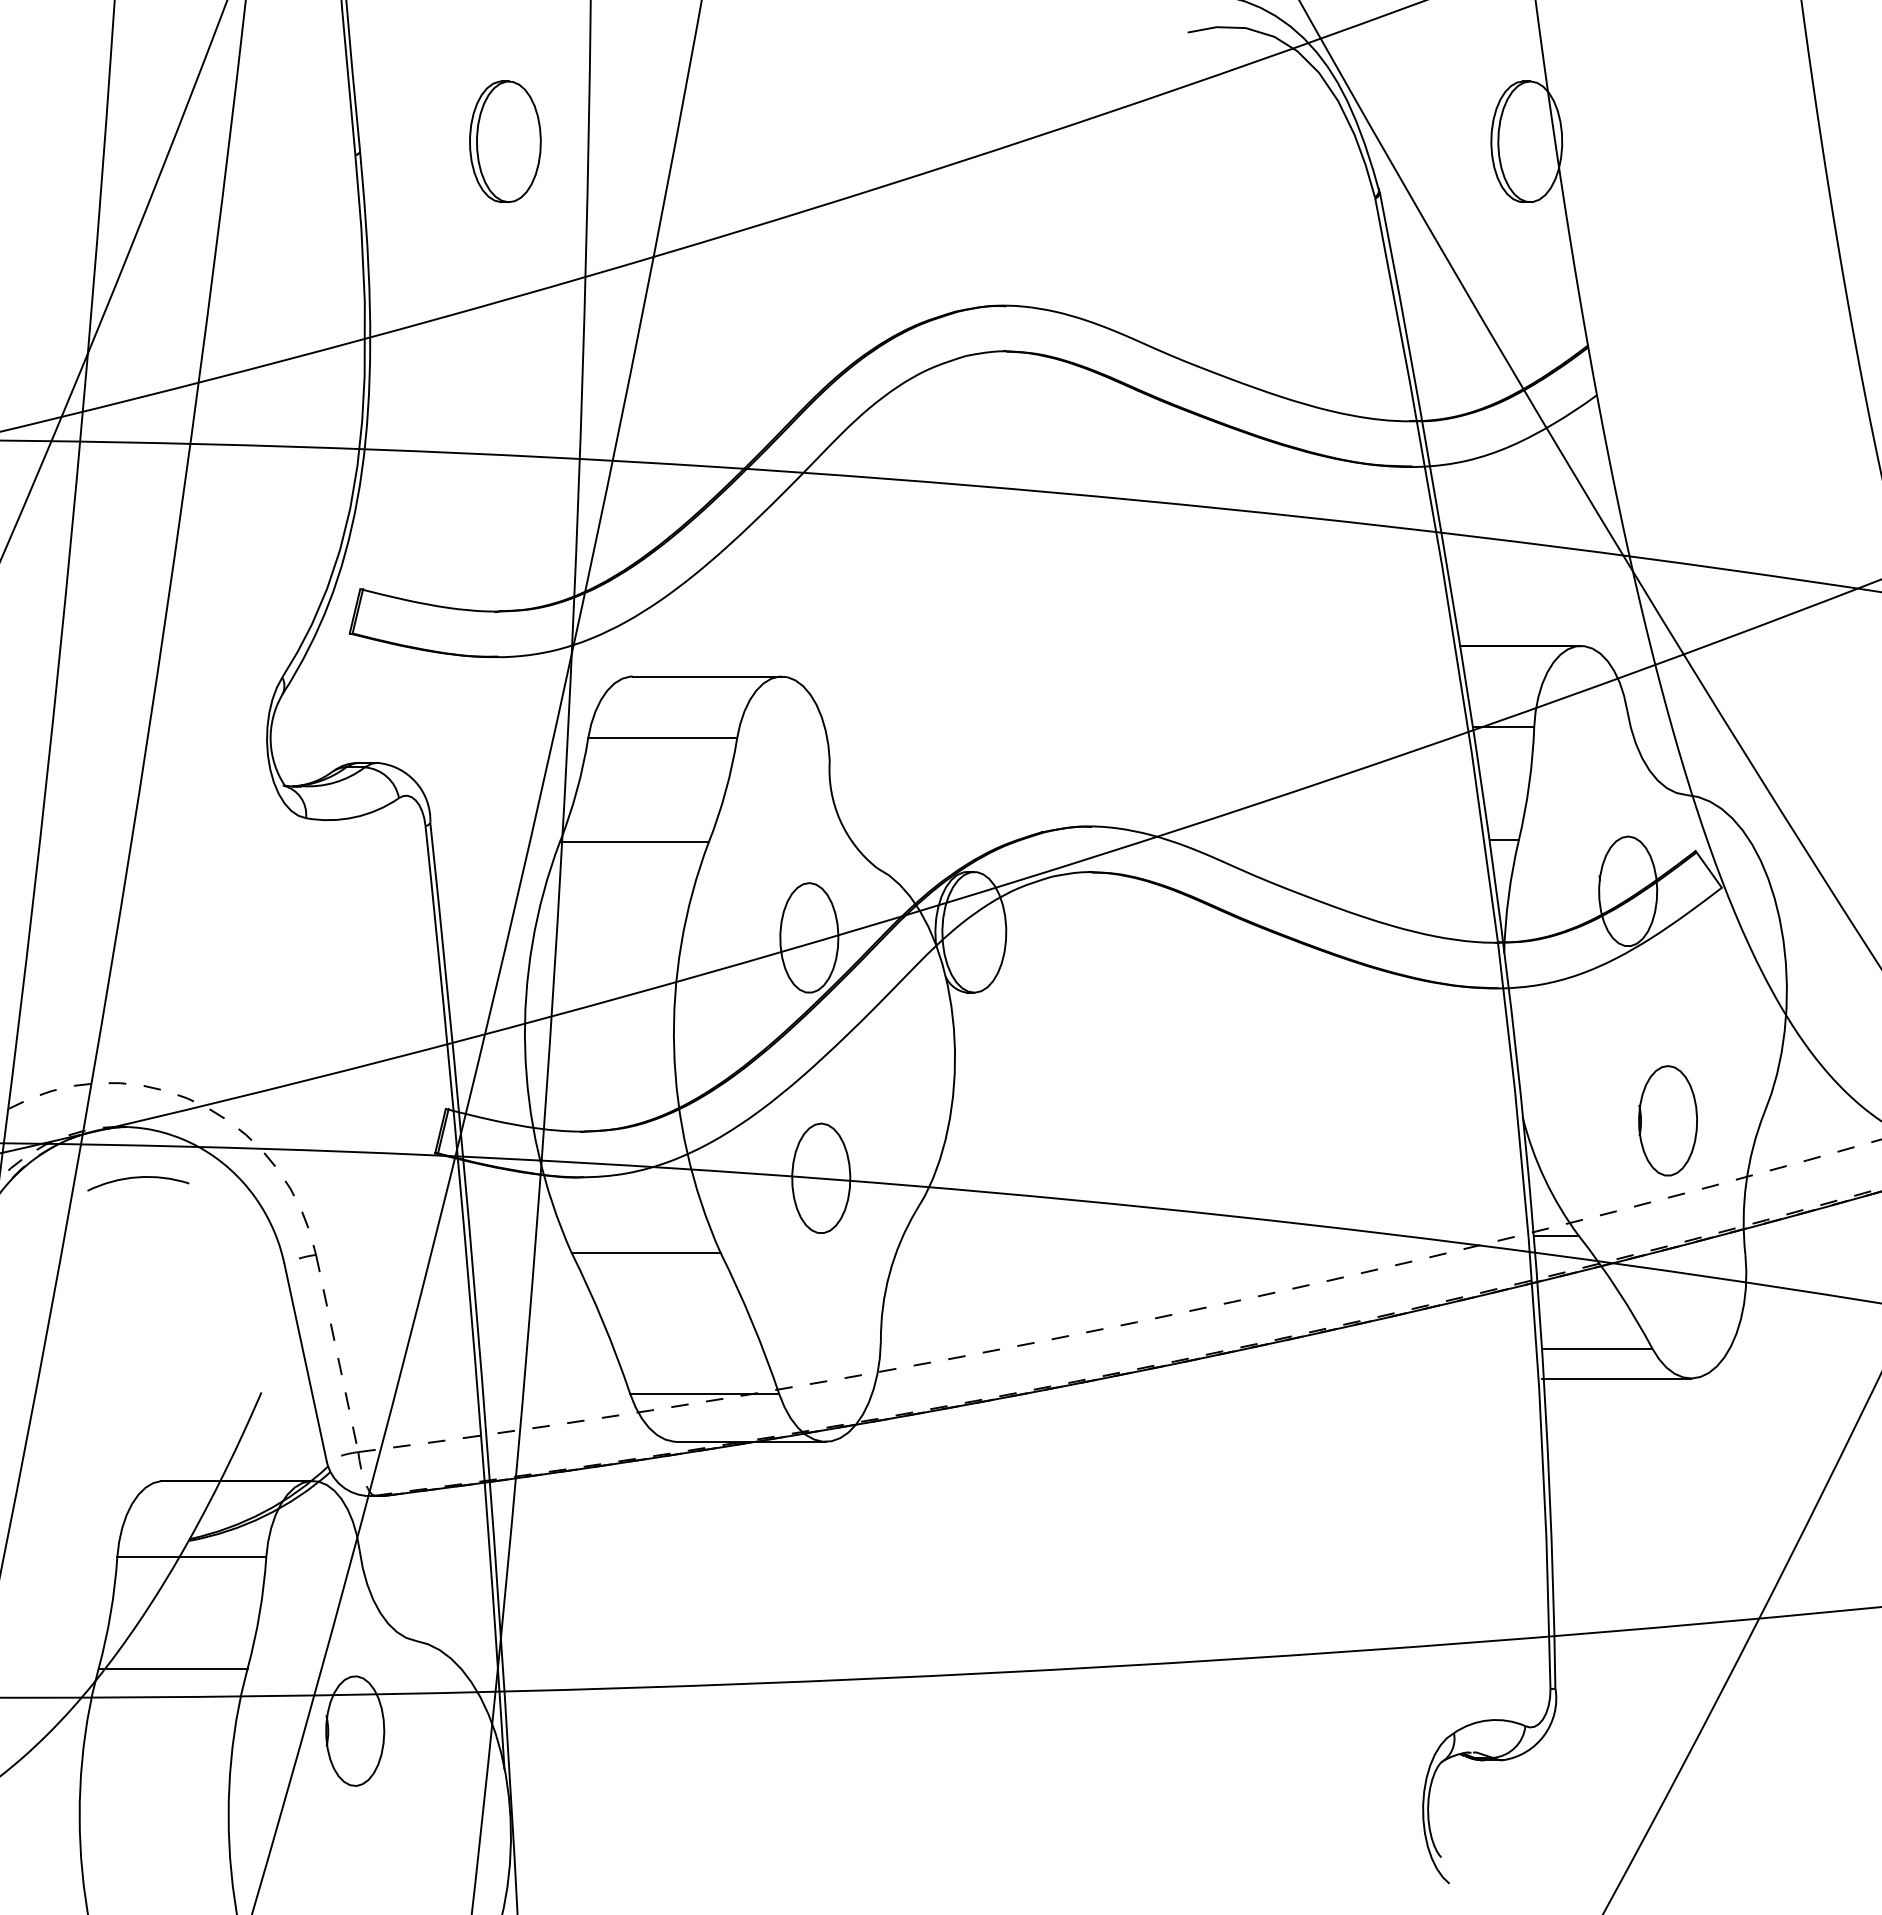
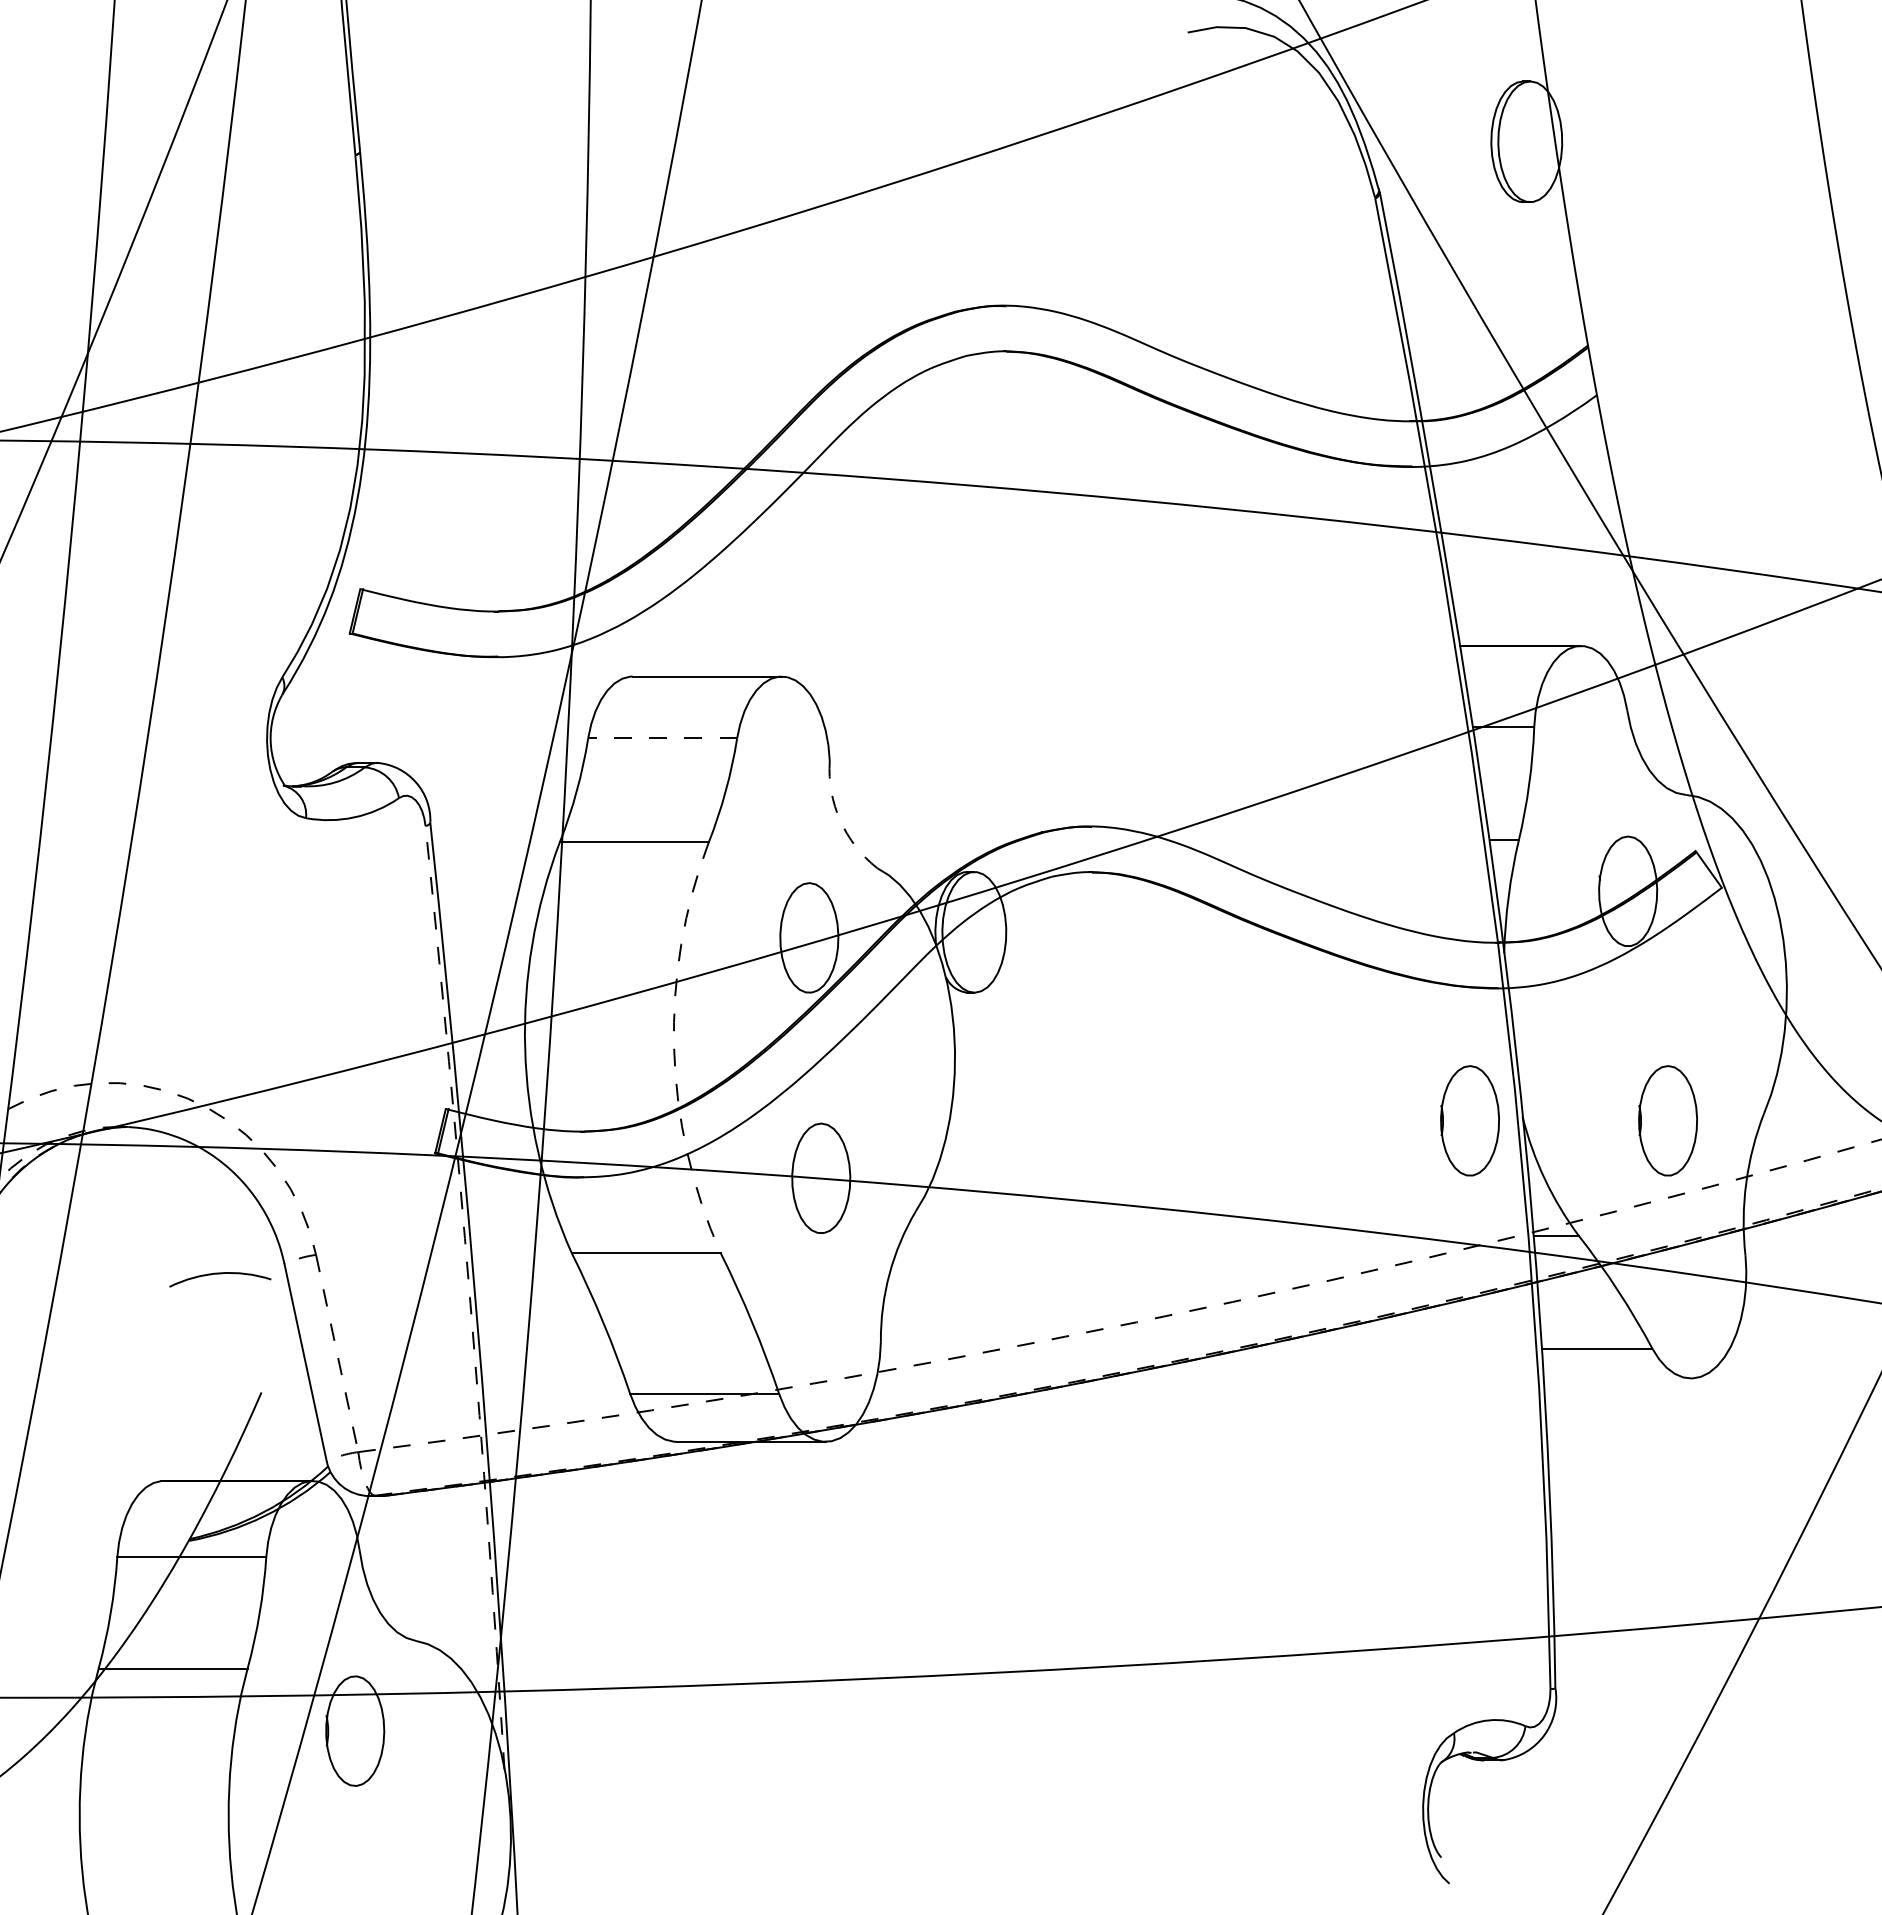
part at (505, 141): present -> none
line at (662, 738): solid -> dashed
arc at (840, 820): solid -> dashed
arc at (674, 1048): solid -> dashed
part at (1469, 1120): none -> present
arc at (138, 1178) position: (138, 1178) -> (220, 1274)
arc at (469, 1297): solid -> dashed
line at (1616, 1378): present -> none
